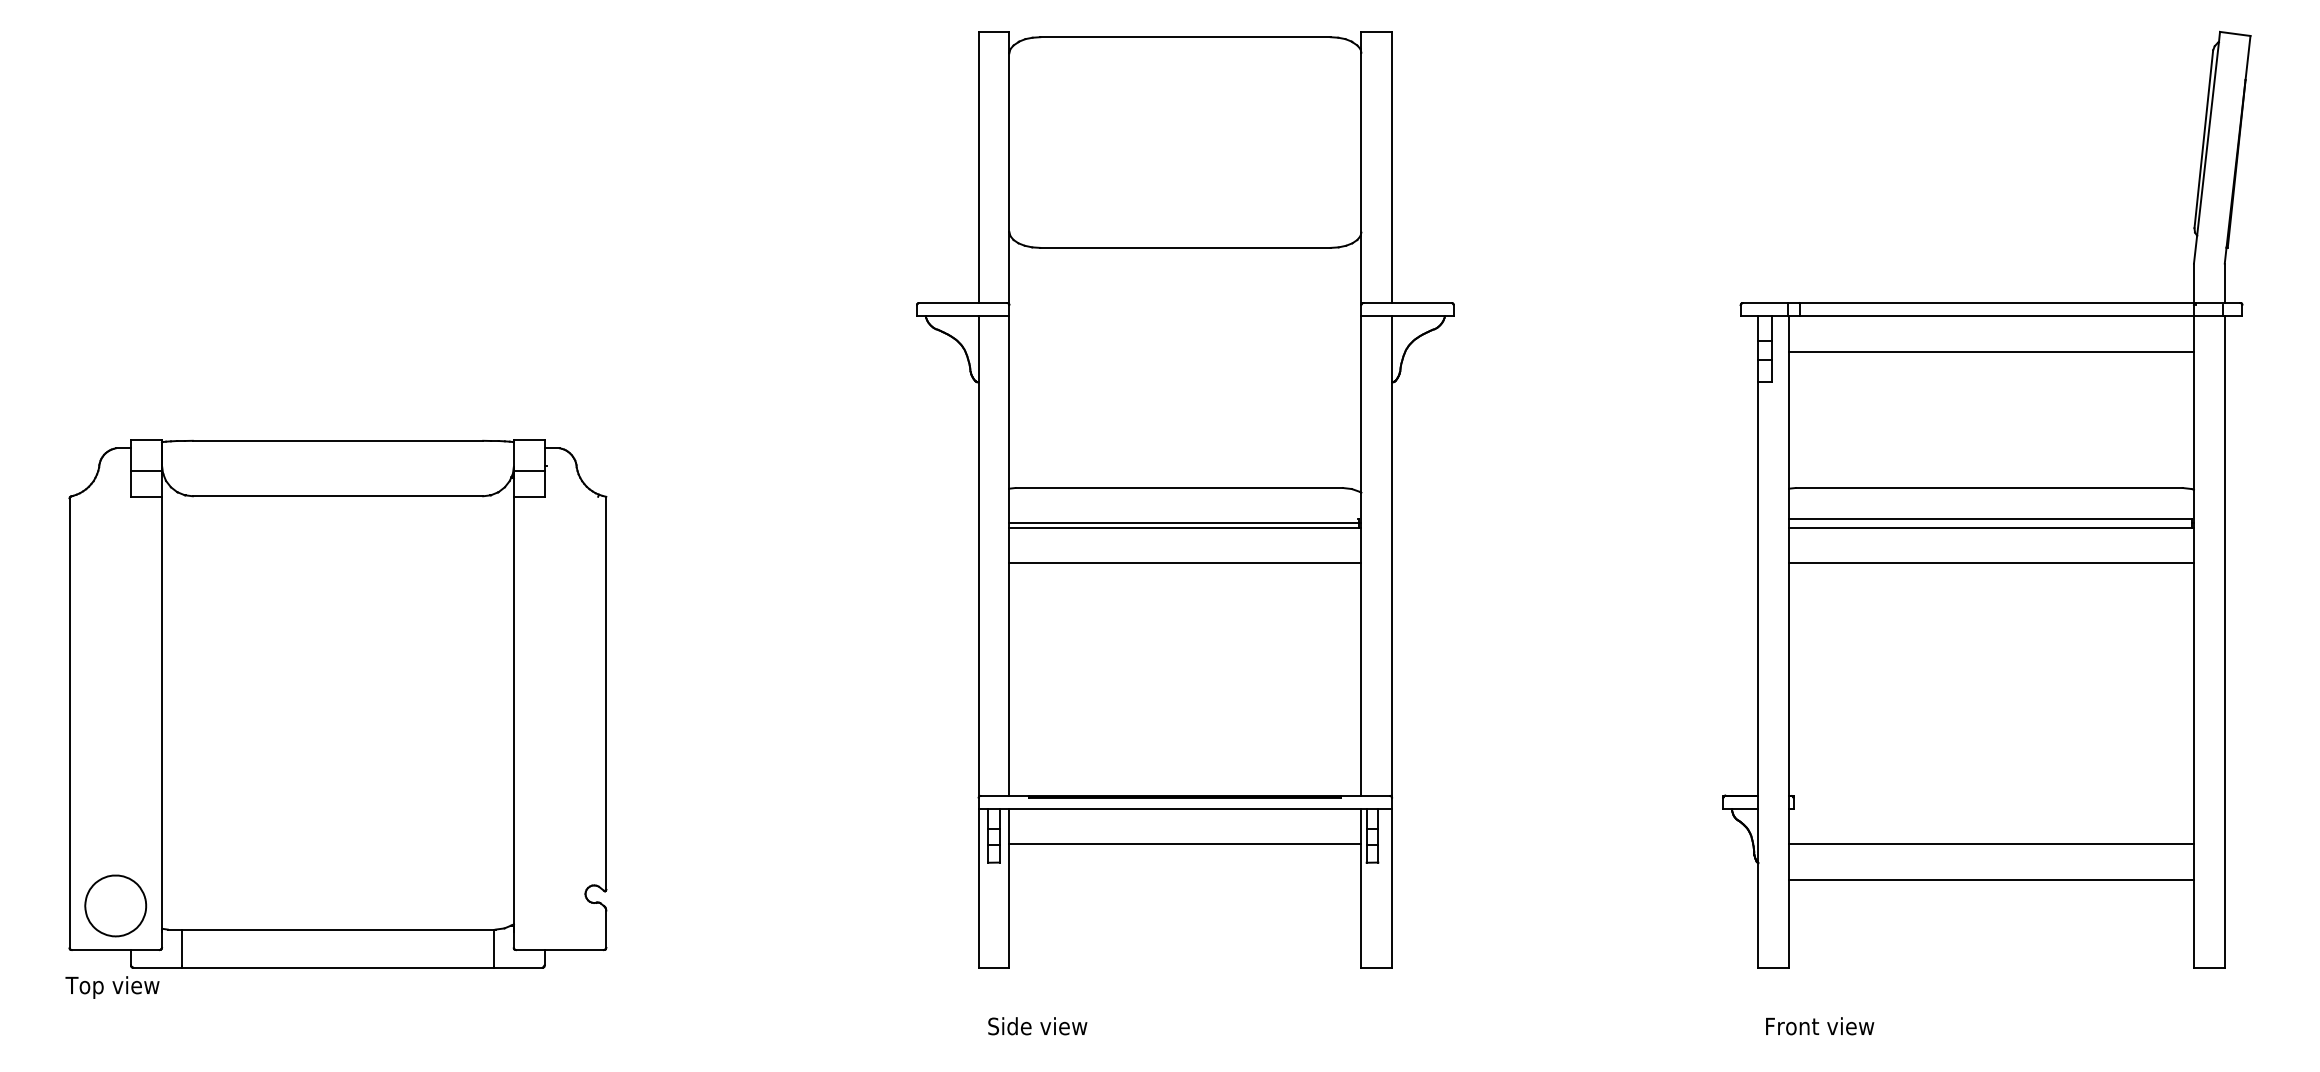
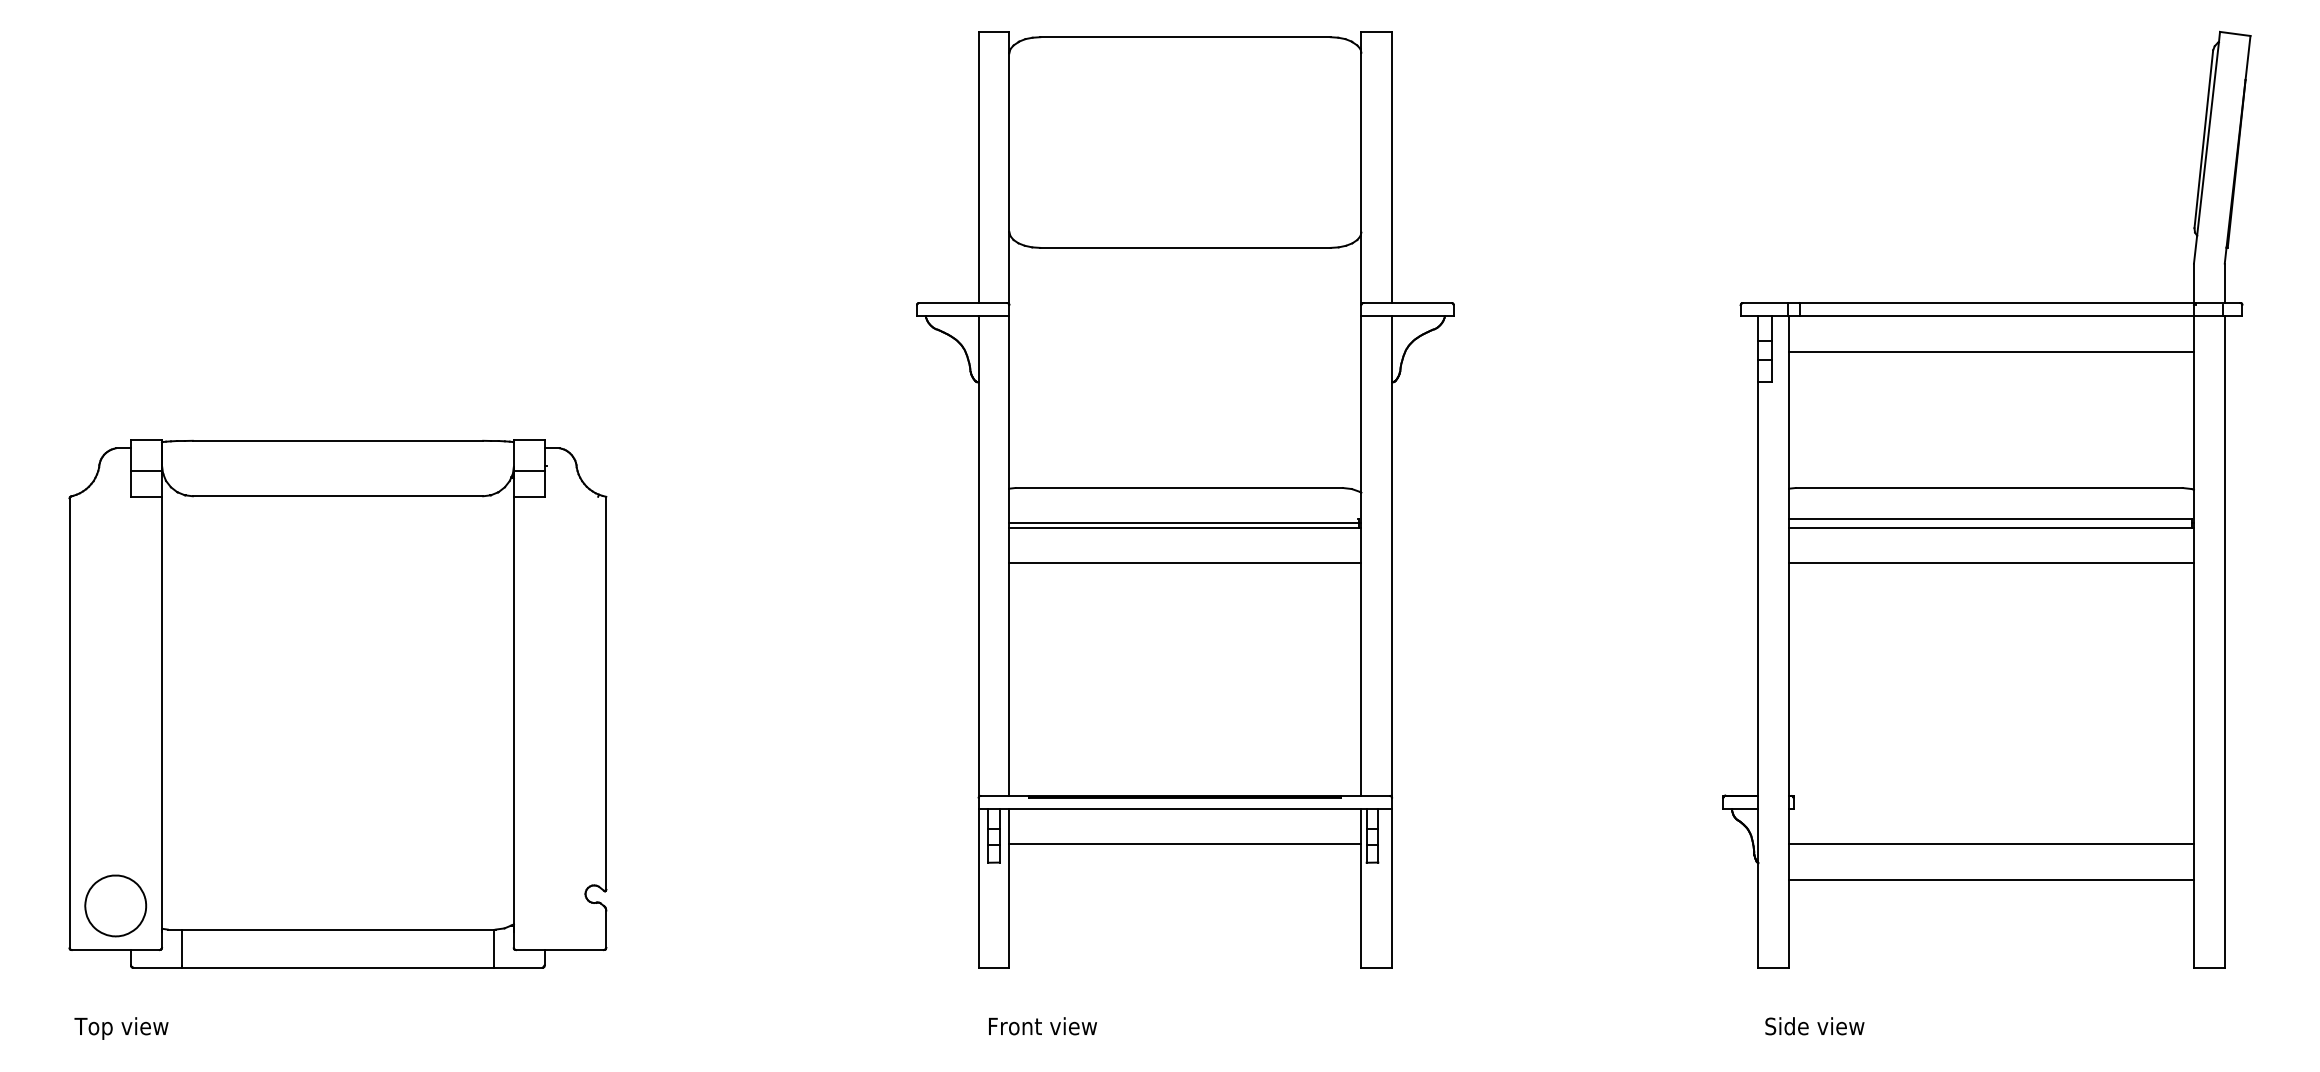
text at (112, 987) position: (112, 987) -> (121, 1028)
text at (1042, 1026): Side view -> Front view
text at (1819, 1026): Front view -> Side view
